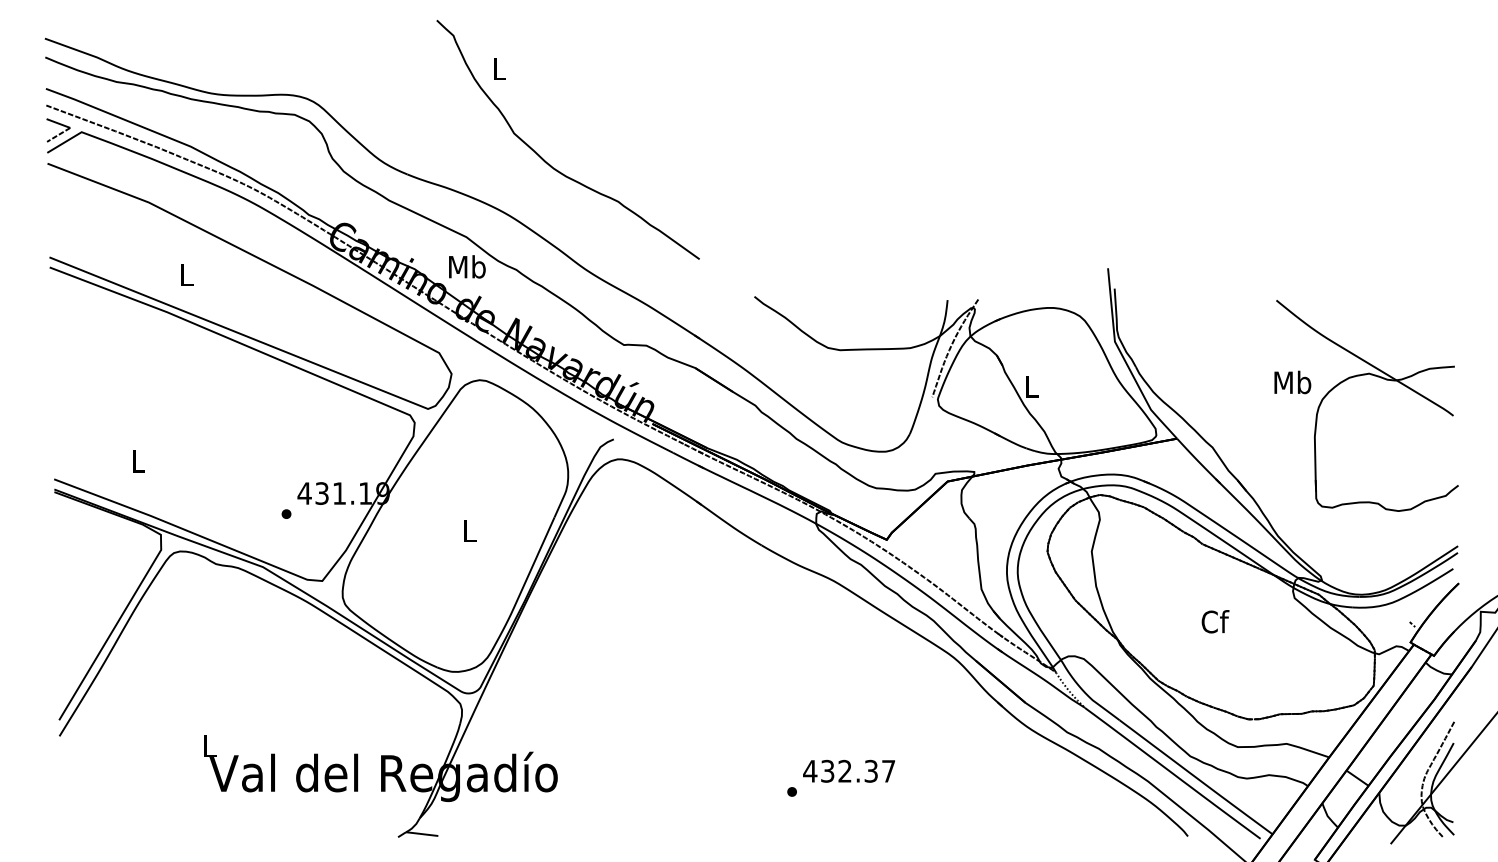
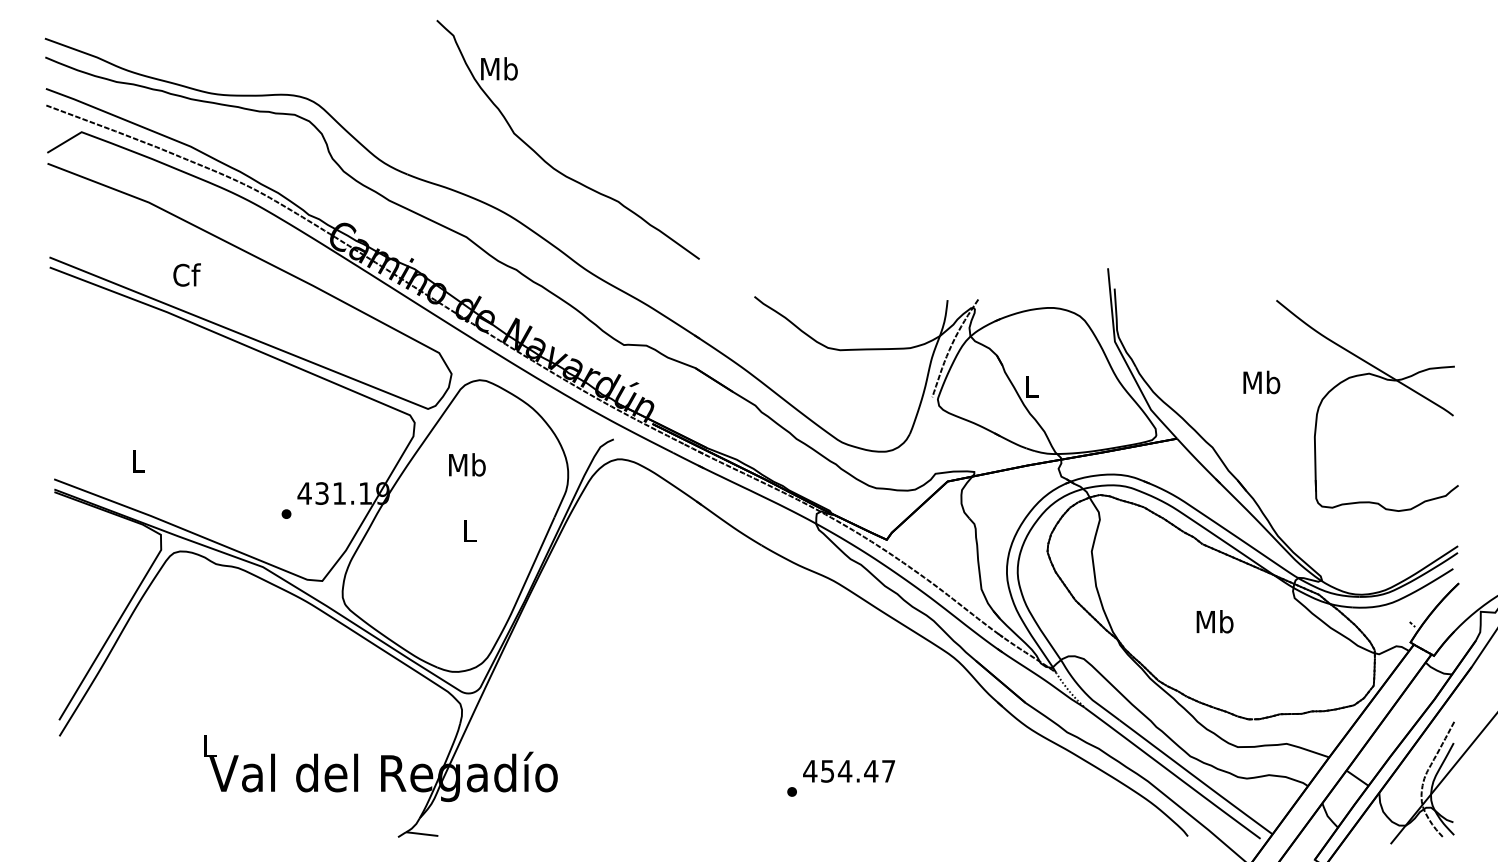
text at (499, 68): L -> Mb
part at (58, 130): present -> none
text at (467, 266) position: (467, 266) -> (467, 464)
text at (186, 274): L -> Cf
text at (1292, 382) position: (1292, 382) -> (1261, 382)
text at (1214, 621): Cf -> Mb
text at (849, 770): 432.37 -> 454.47
